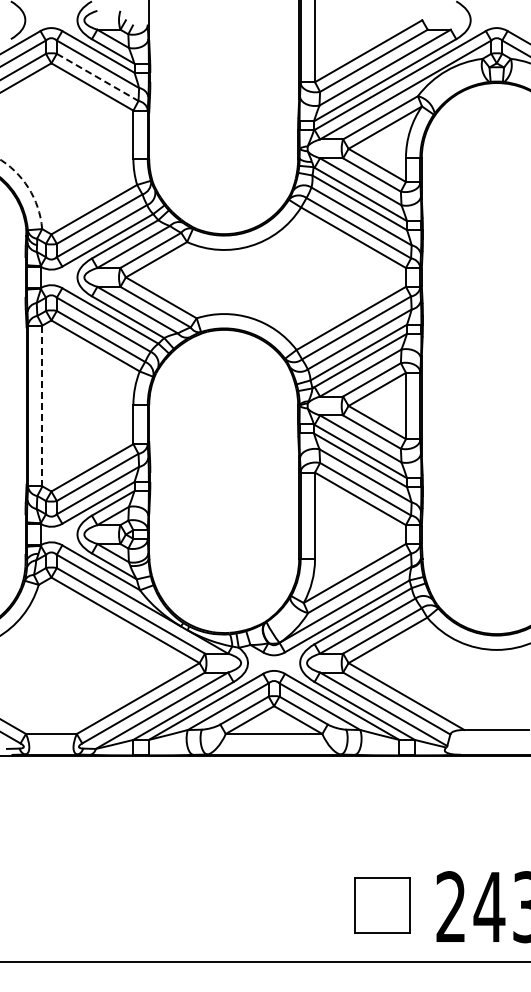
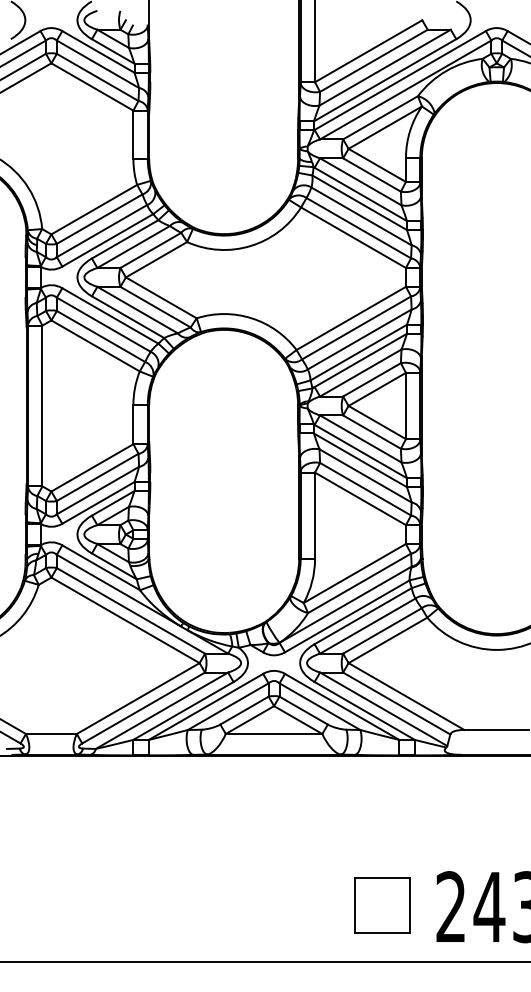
line at (98, 77): dashed -> solid
arc at (28, 188): dashed -> solid
line at (42, 406): dashed -> solid
